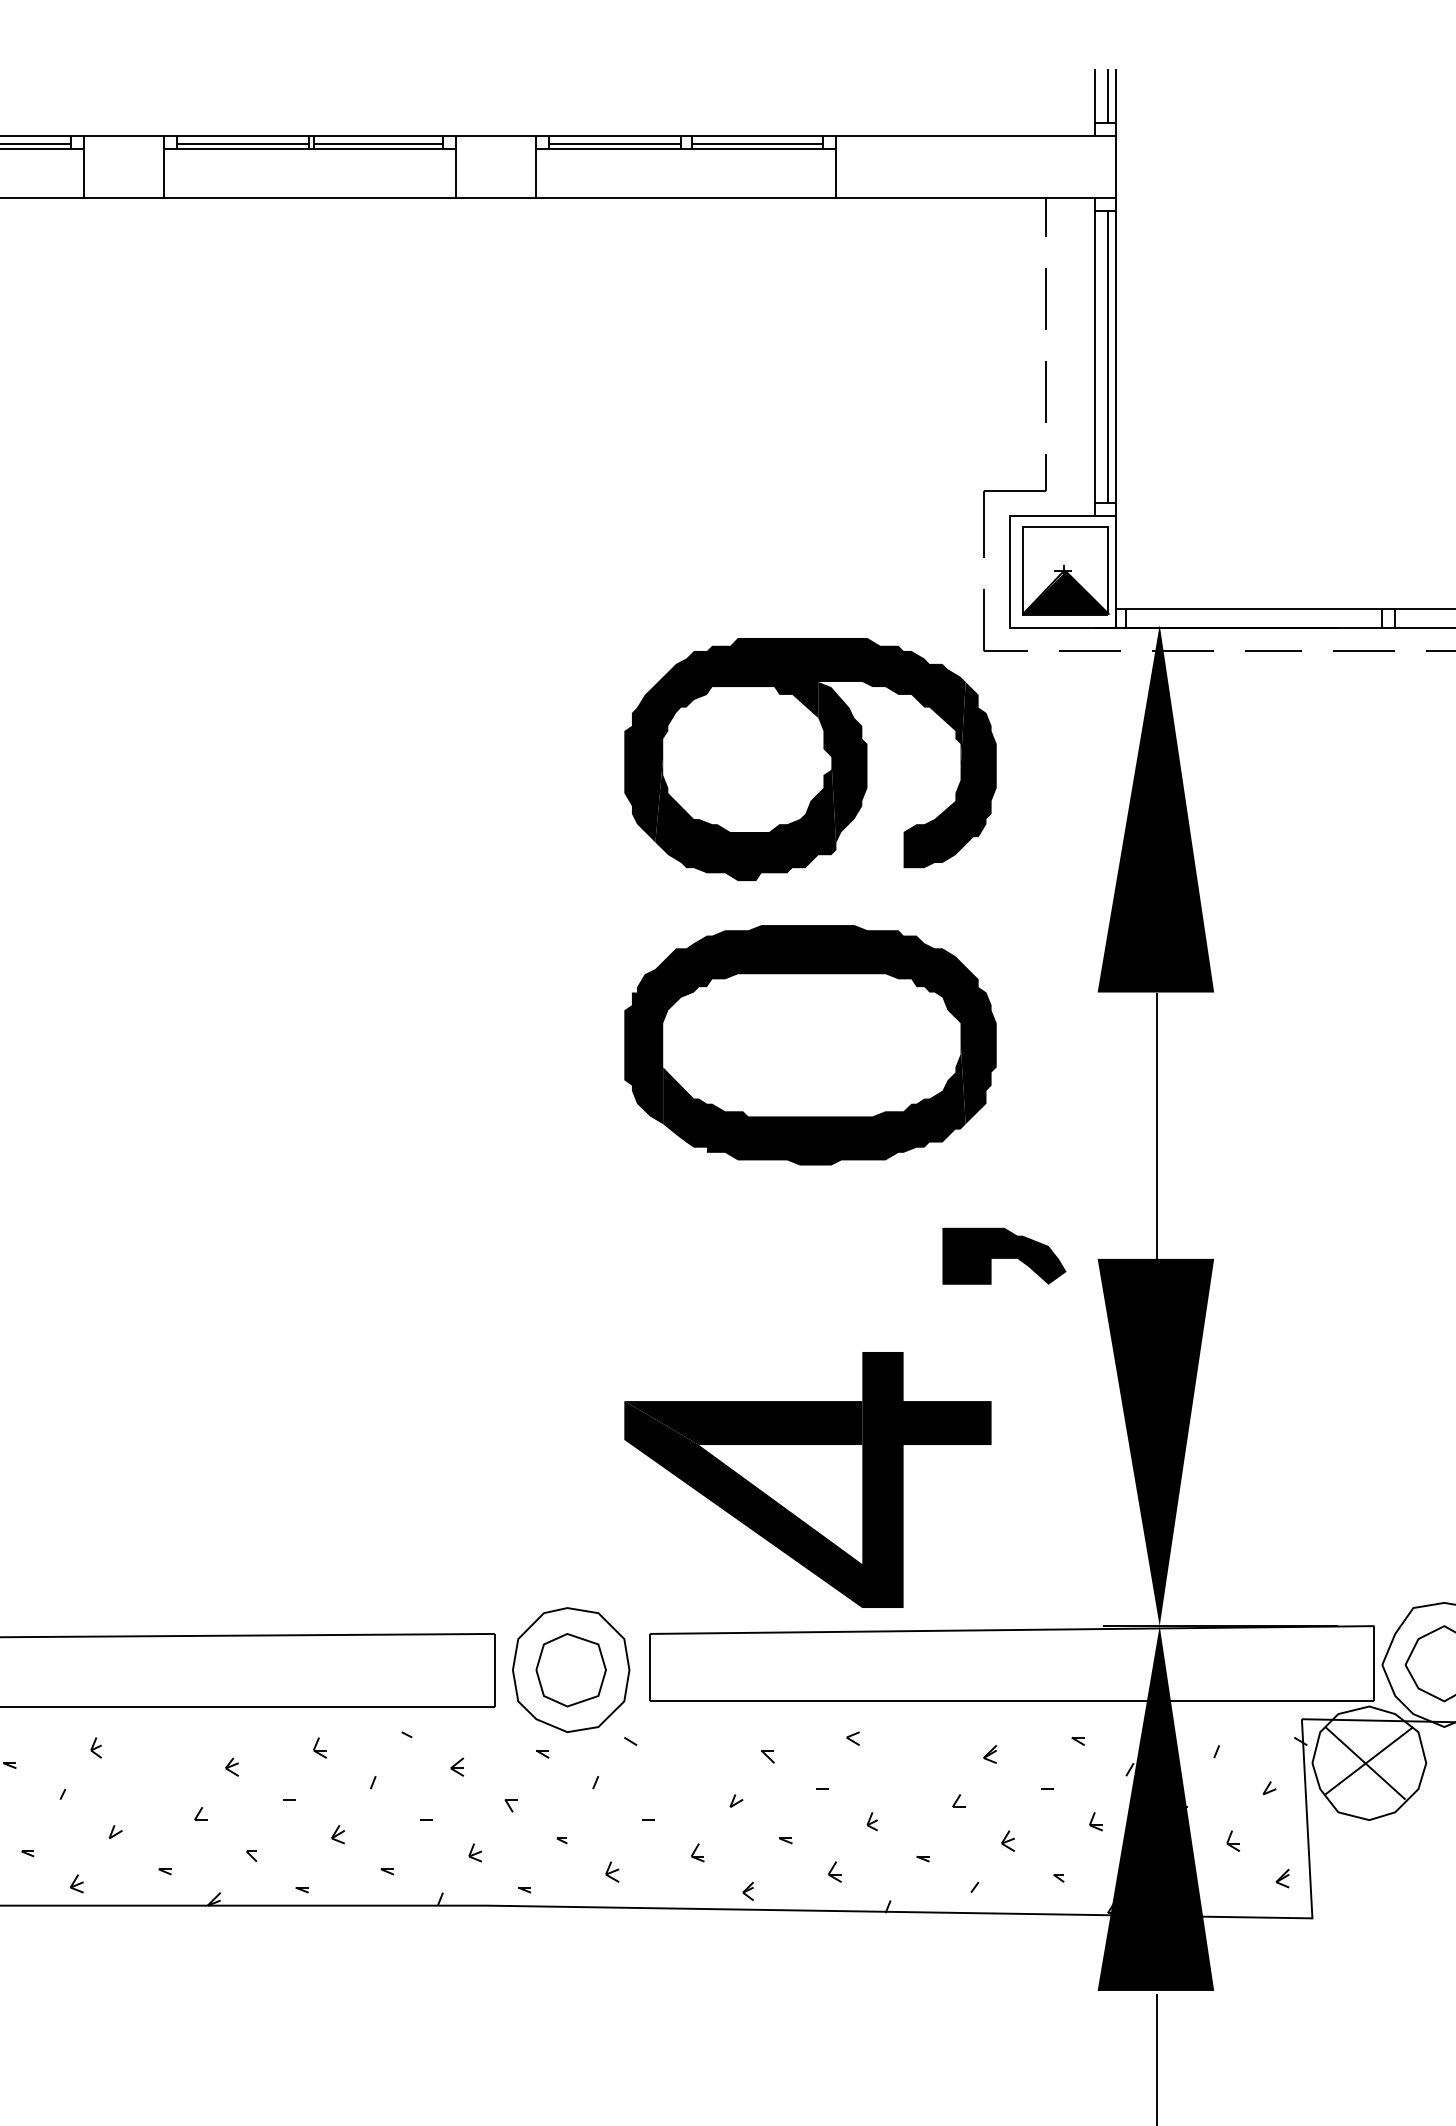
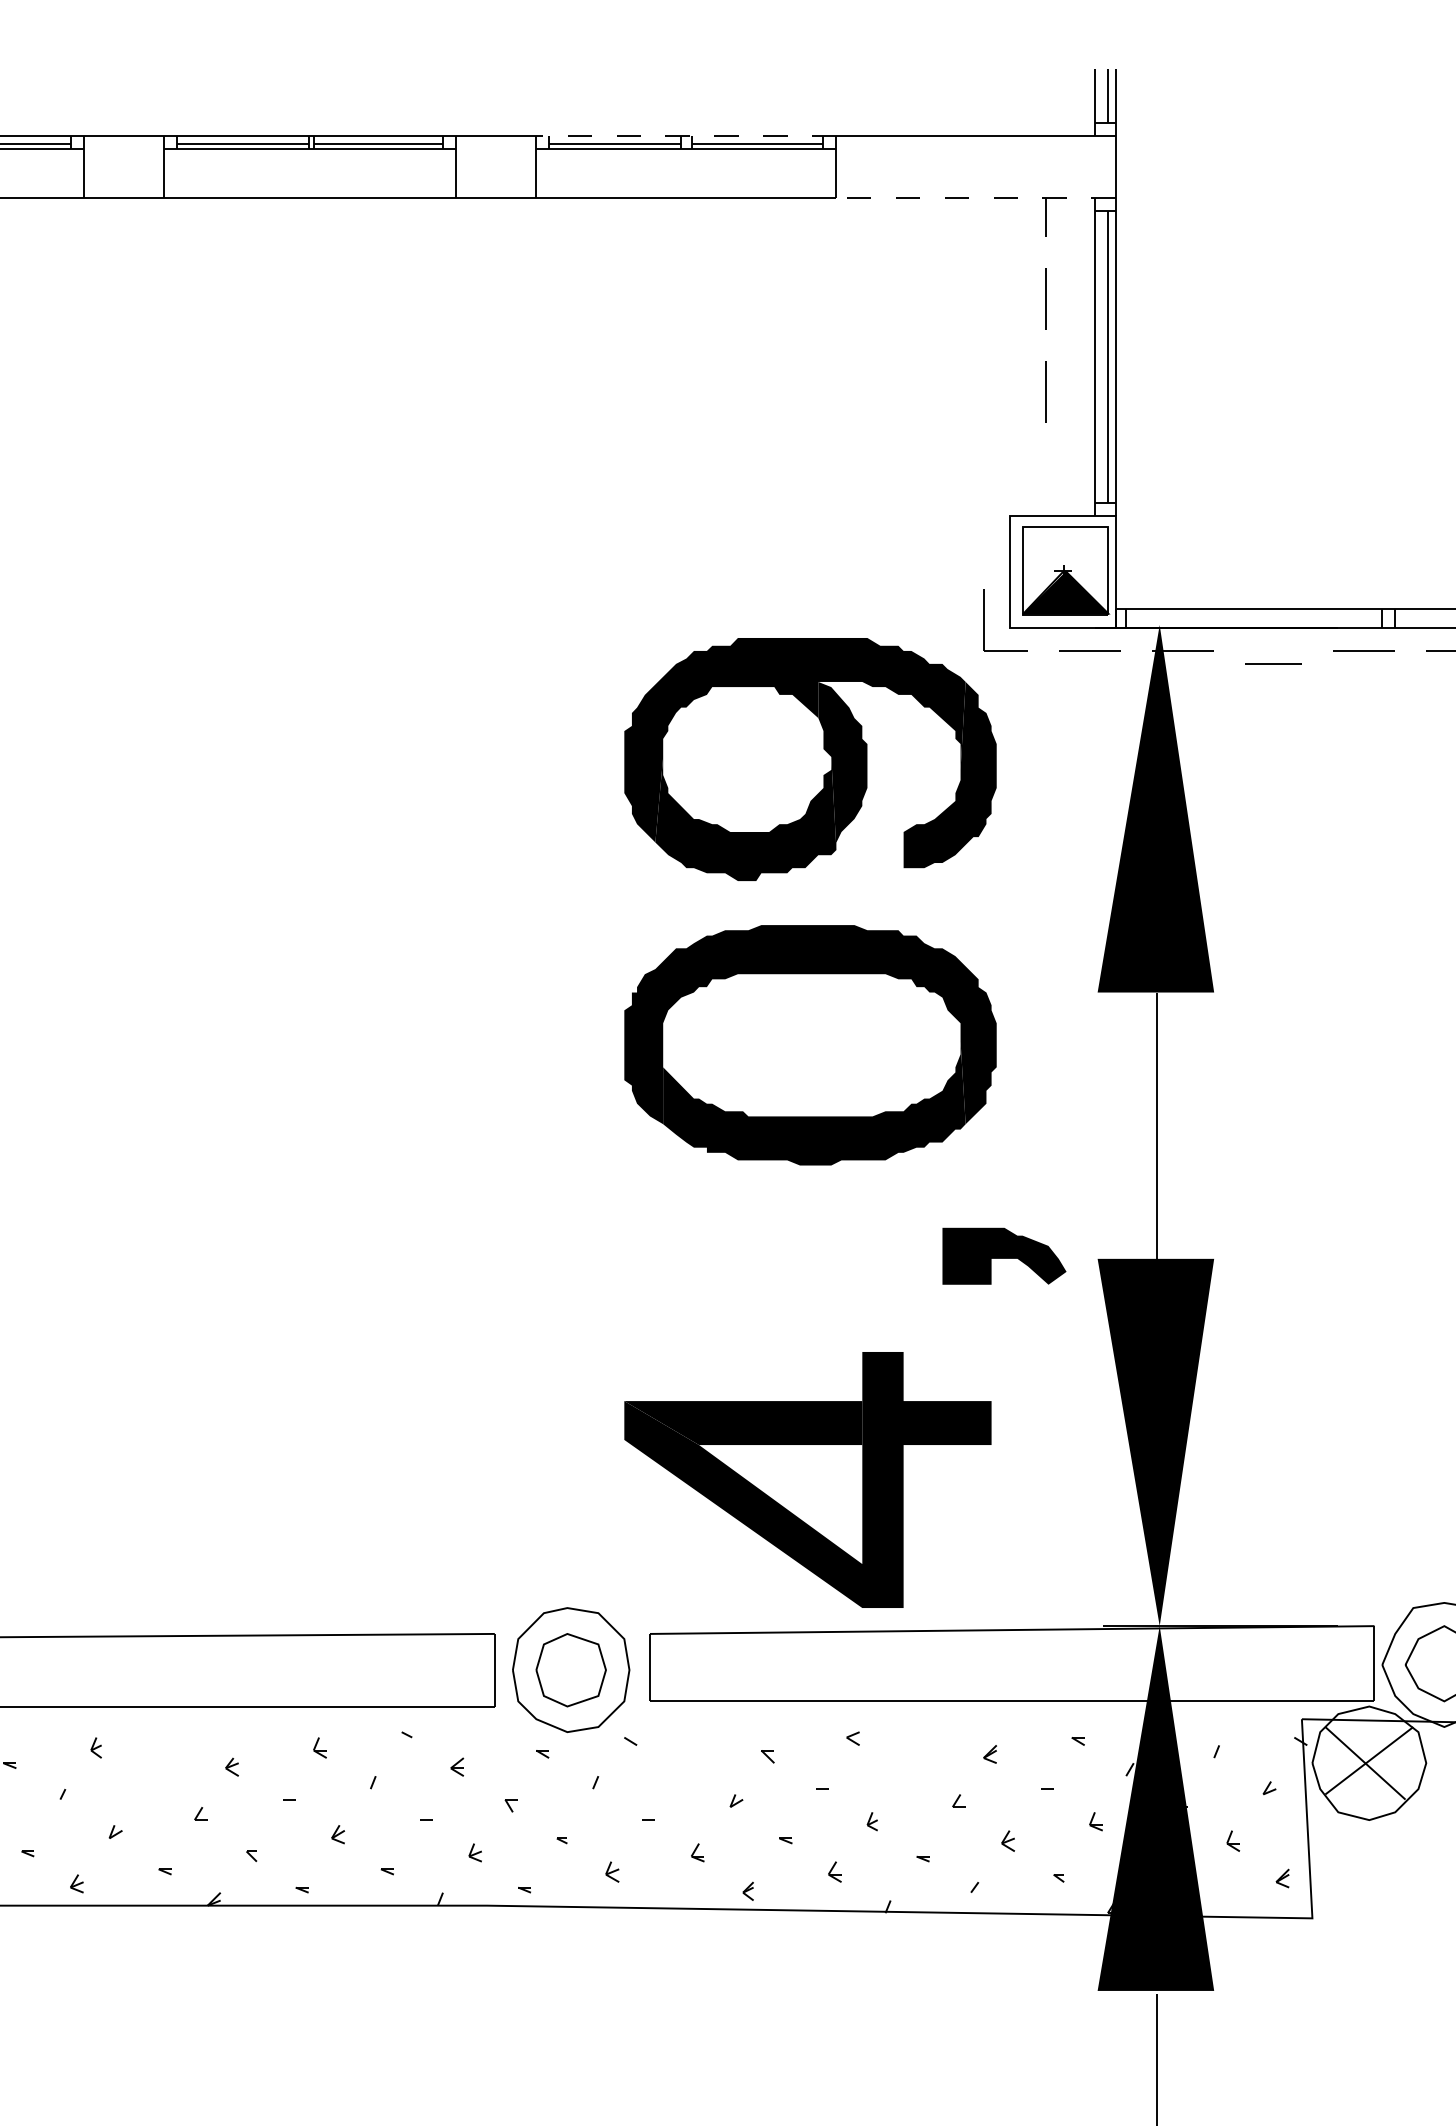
line at (685, 136): solid -> dashed
line at (976, 198): solid -> dashed
part at (1014, 491): present -> none
line at (1273, 650) position: (1273, 650) -> (1273, 663)
